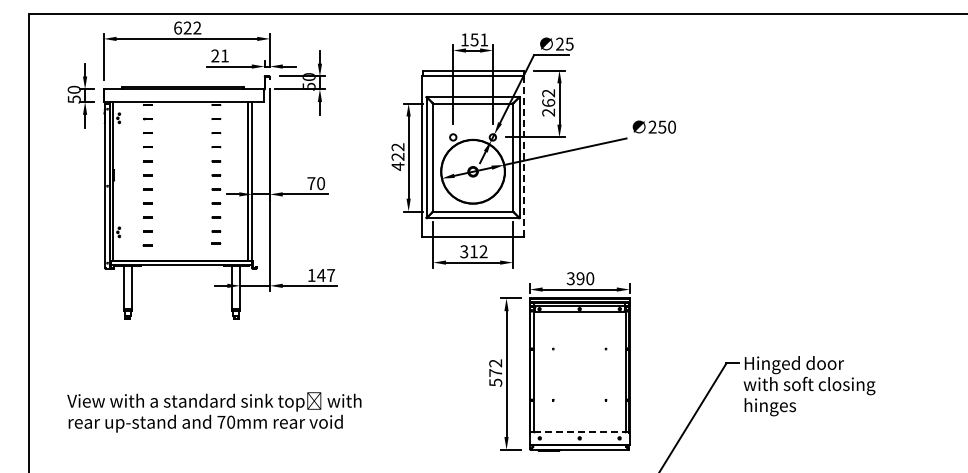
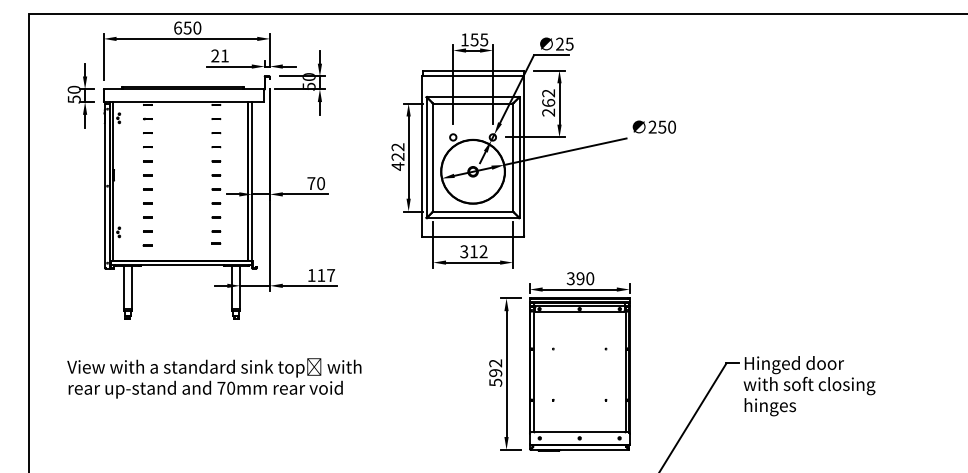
text at (192, 27): 622 -> 650
text at (484, 39): 151 -> 155
line at (524, 156): dashed -> solid
text at (321, 275): 147 -> 117
text at (495, 372): 572 -> 592
text at (214, 412) position: (214, 412) -> (214, 378)
line at (579, 431): dashed -> solid
